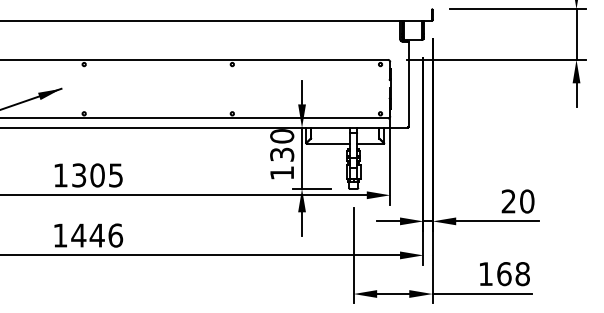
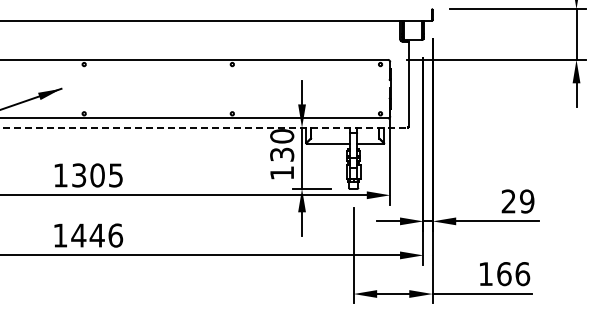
line at (204, 127): solid -> dashed
text at (527, 201): 20 -> 29
text at (522, 274): 168 -> 166
